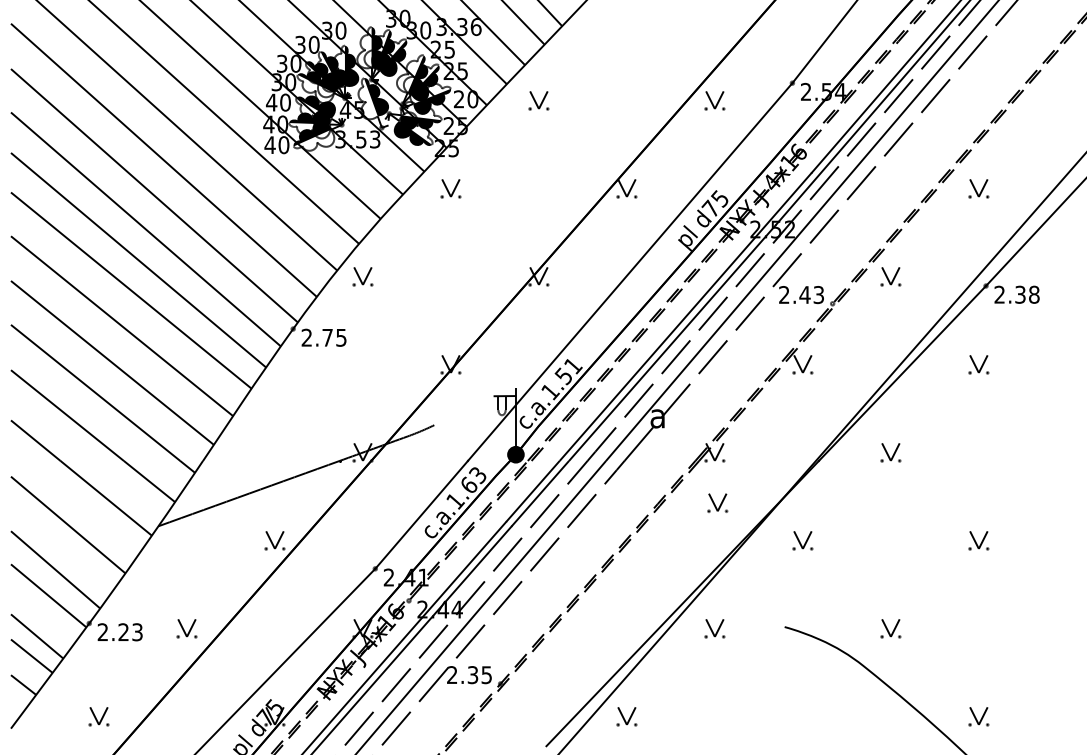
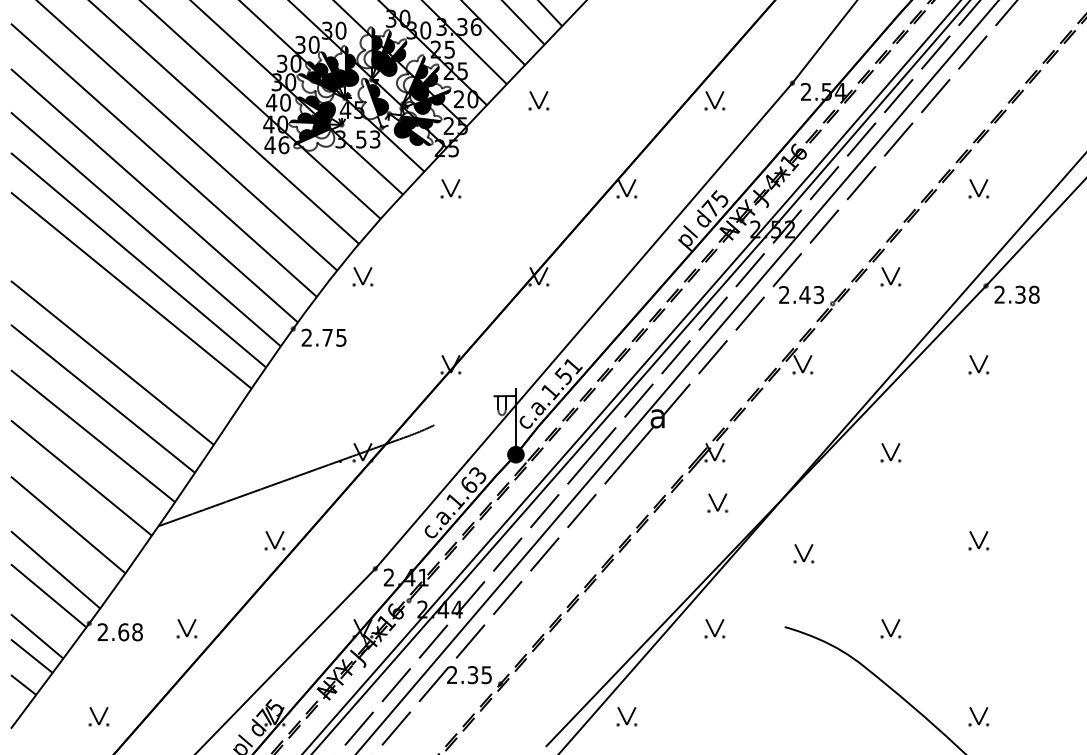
text at (283, 144): 40 -> 46
line at (122, 326): present -> none
part at (802, 540) position: (802, 540) -> (803, 553)
text at (130, 632): 2.23 -> 2.68
